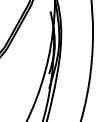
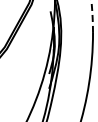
arc at (92, 15): solid -> dashed
